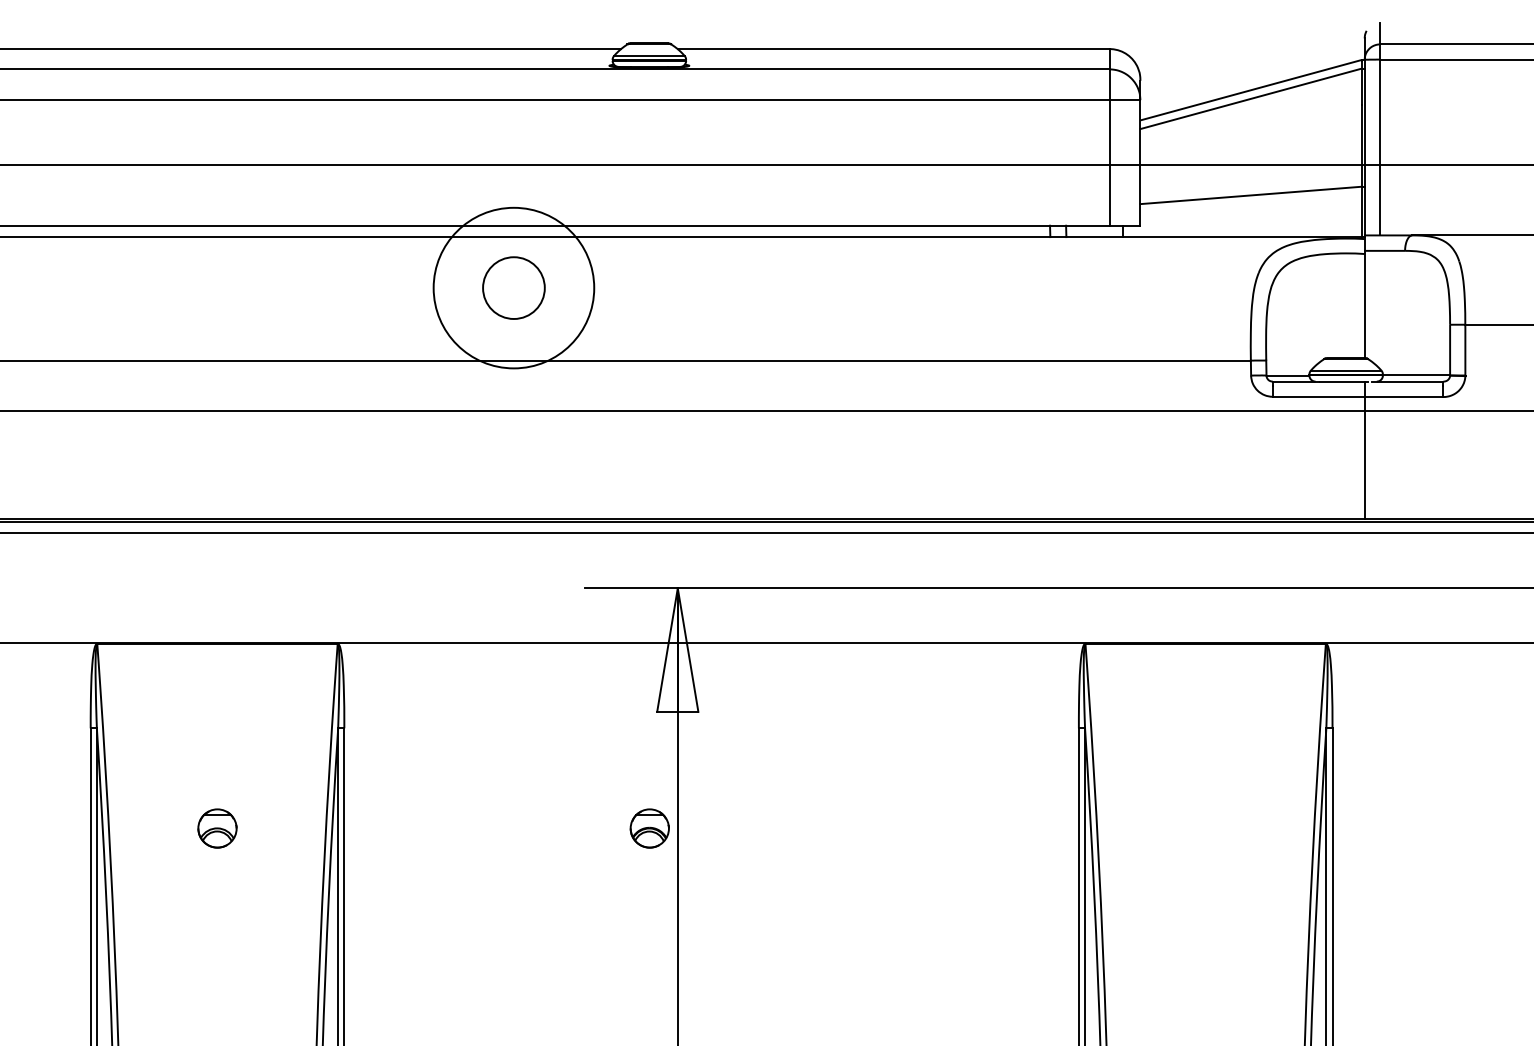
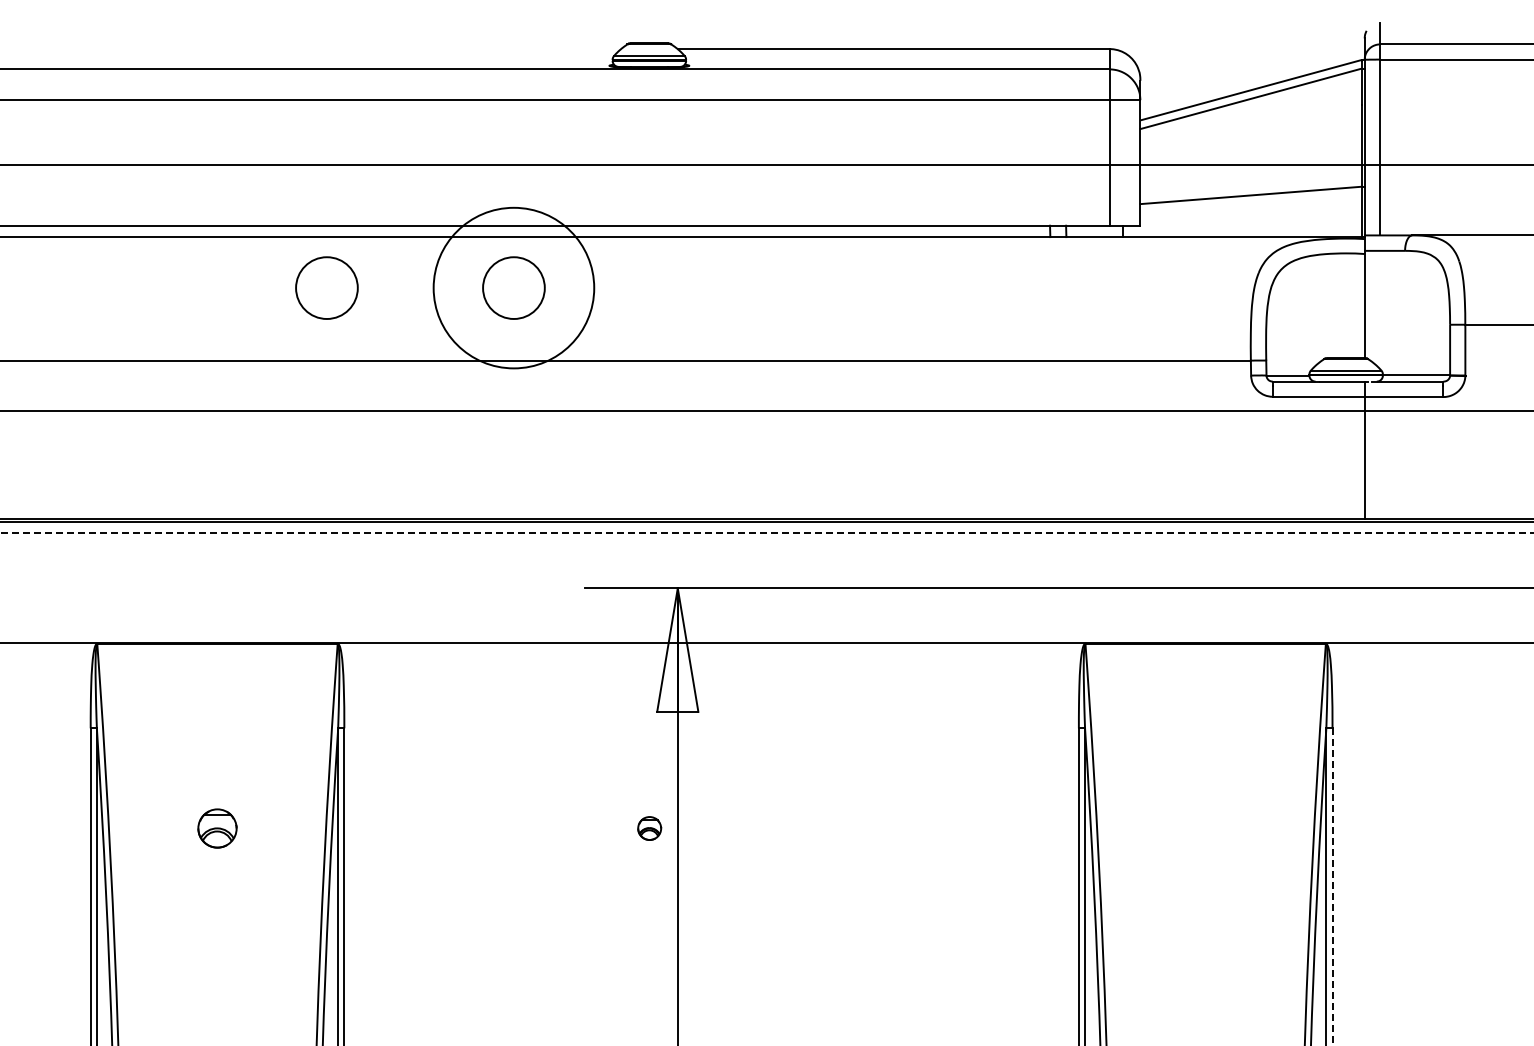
line at (311, 49): present -> none
circle at (326, 287): none -> present
line at (766, 532): solid -> dashed
part at (649, 828) size: 41x41 px -> 26x25 px
line at (1332, 887): solid -> dashed
